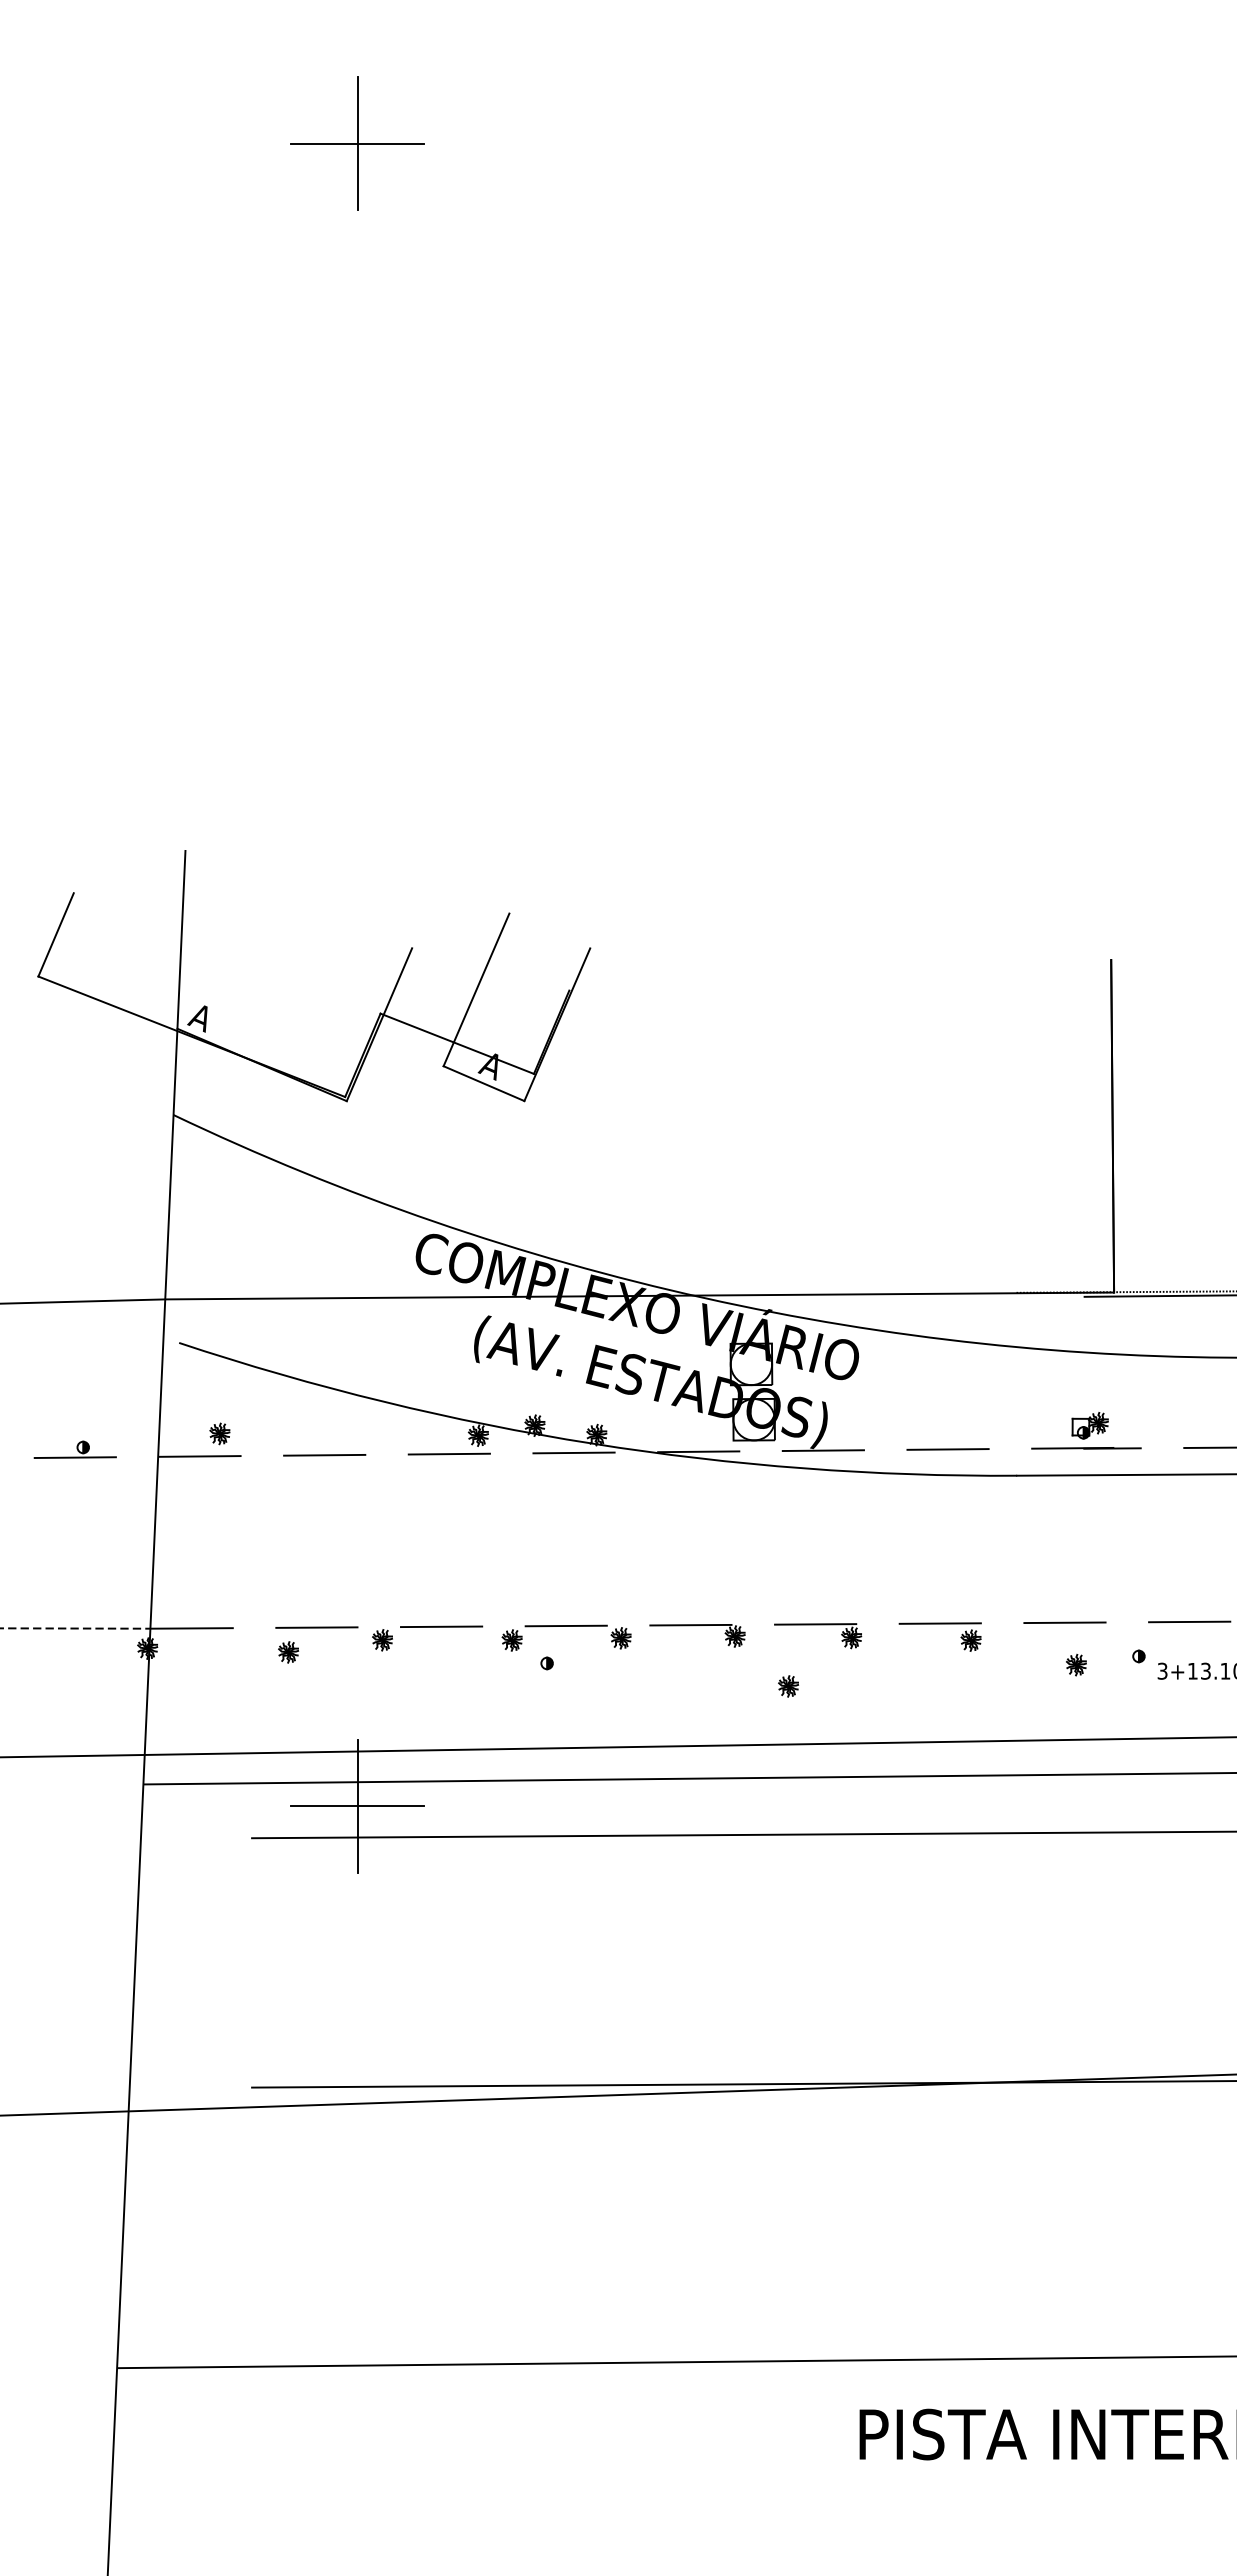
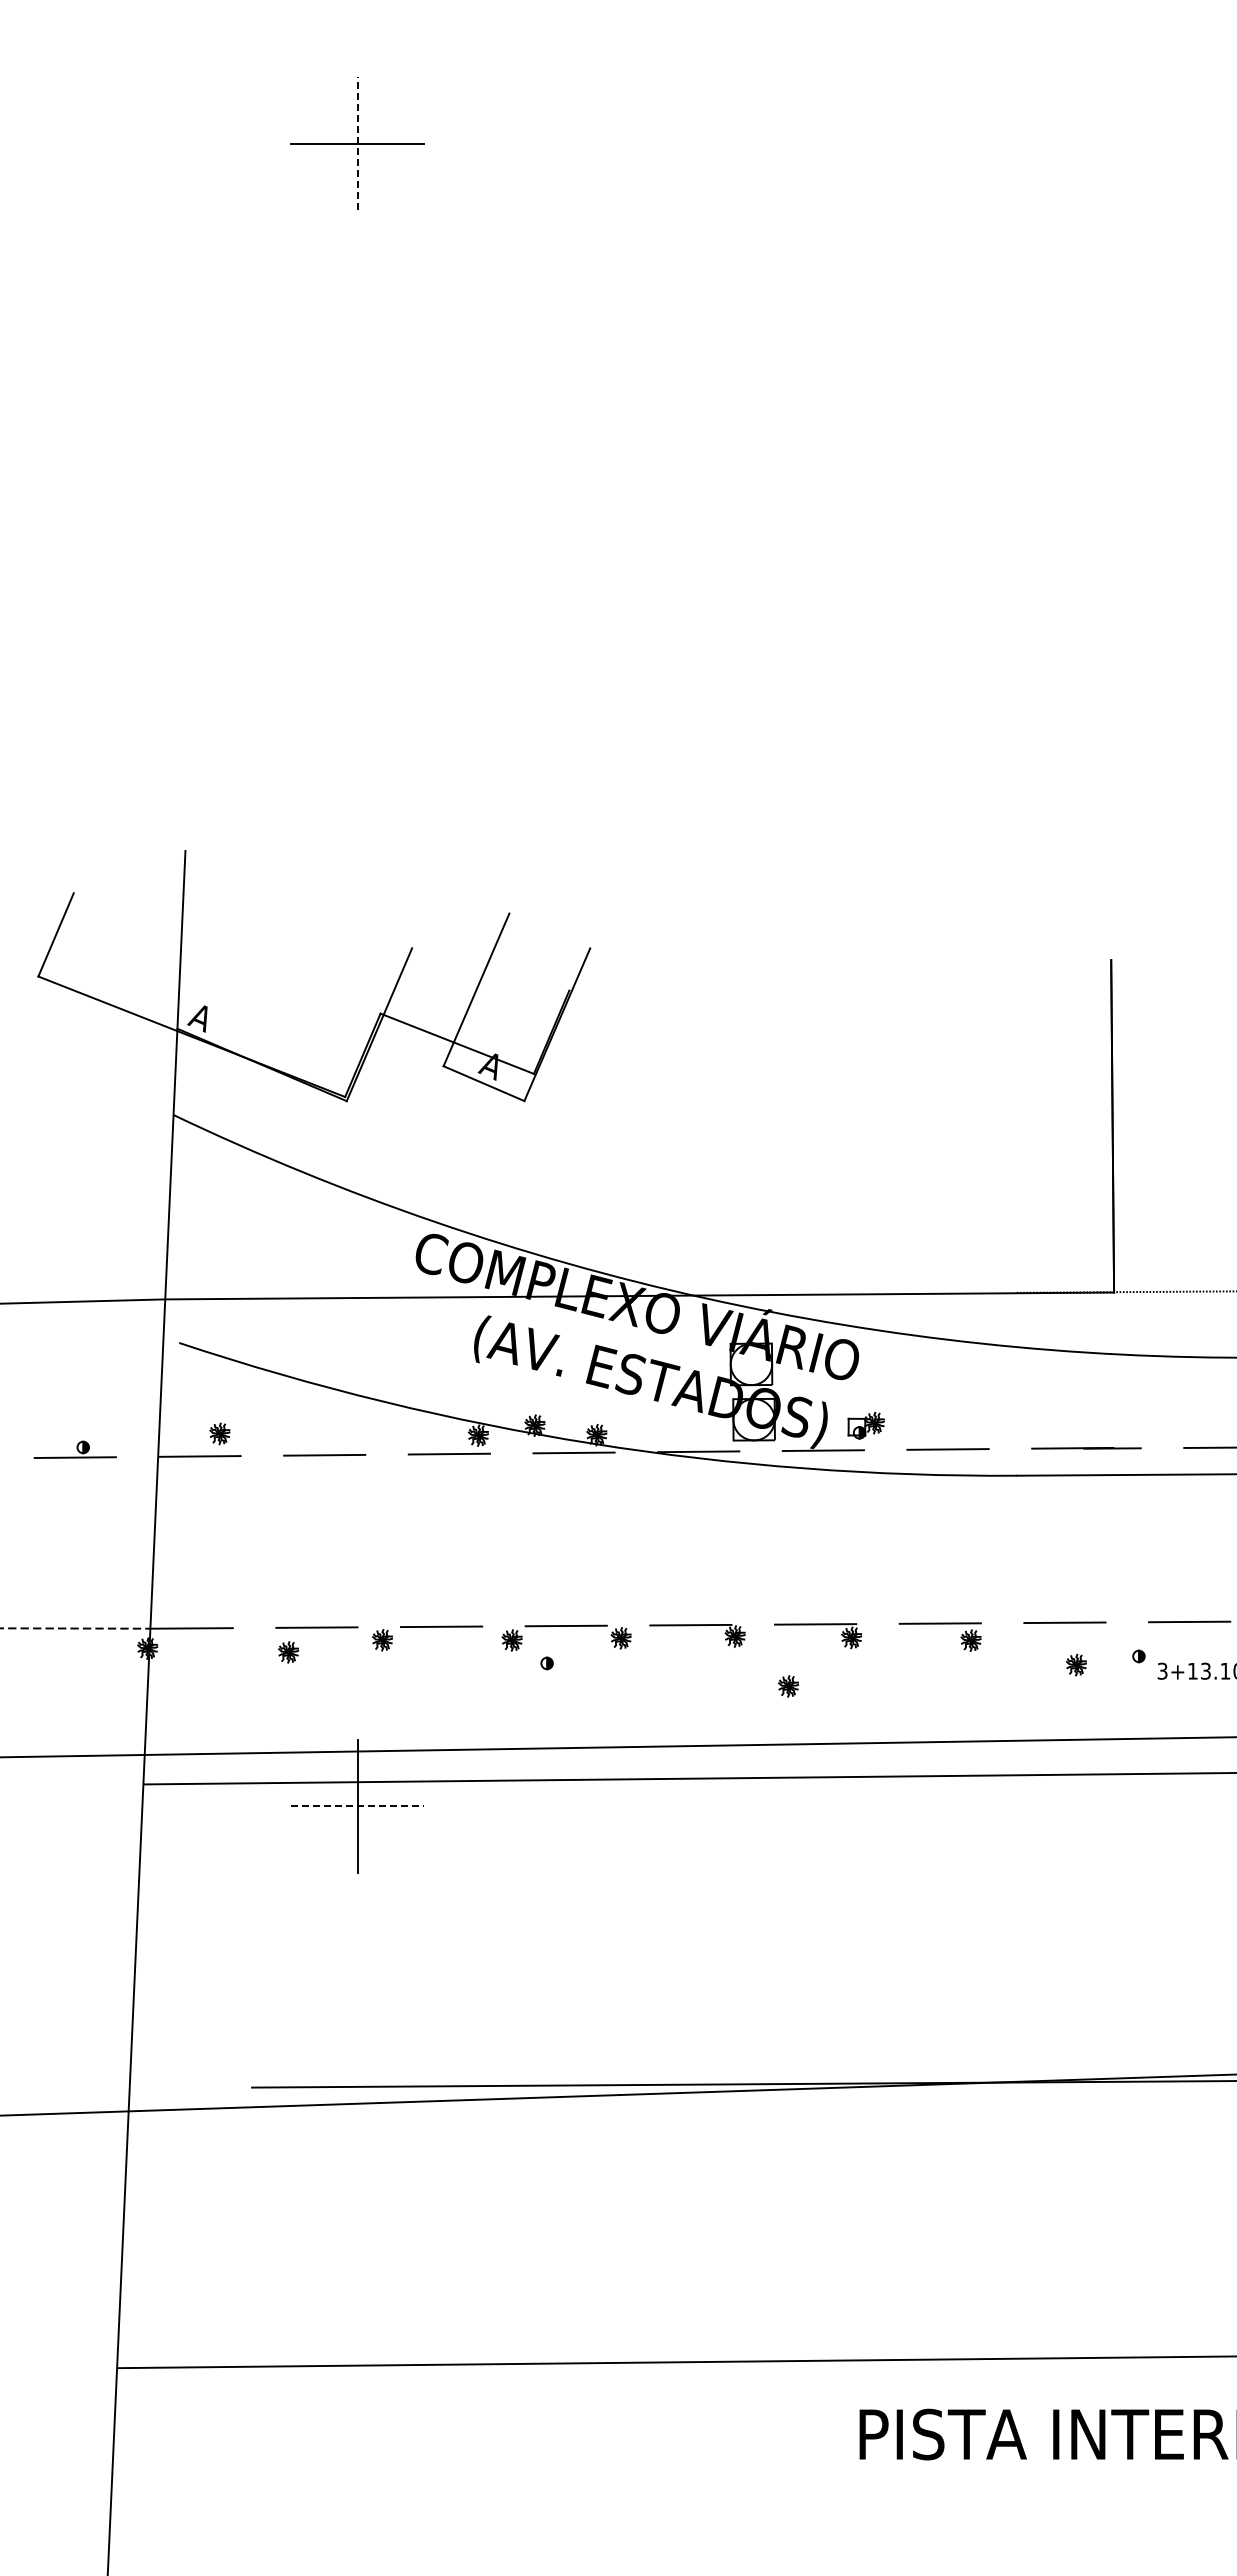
line at (357, 143): solid -> dashed
line at (1158, 1295): present -> none
part at (1089, 1425) position: (1089, 1425) -> (865, 1425)
line at (358, 1806): solid -> dashed
line at (742, 1834): present -> none
